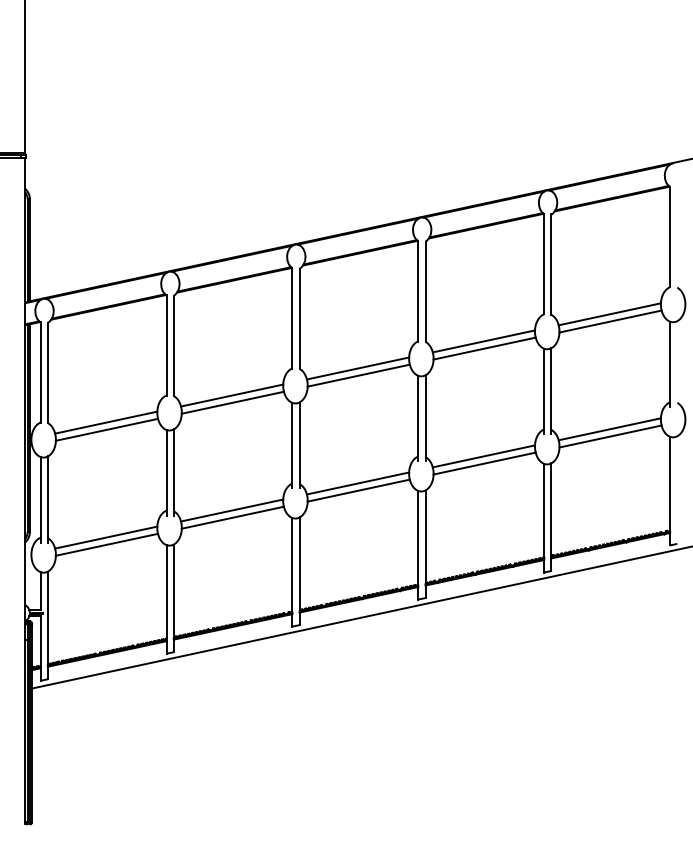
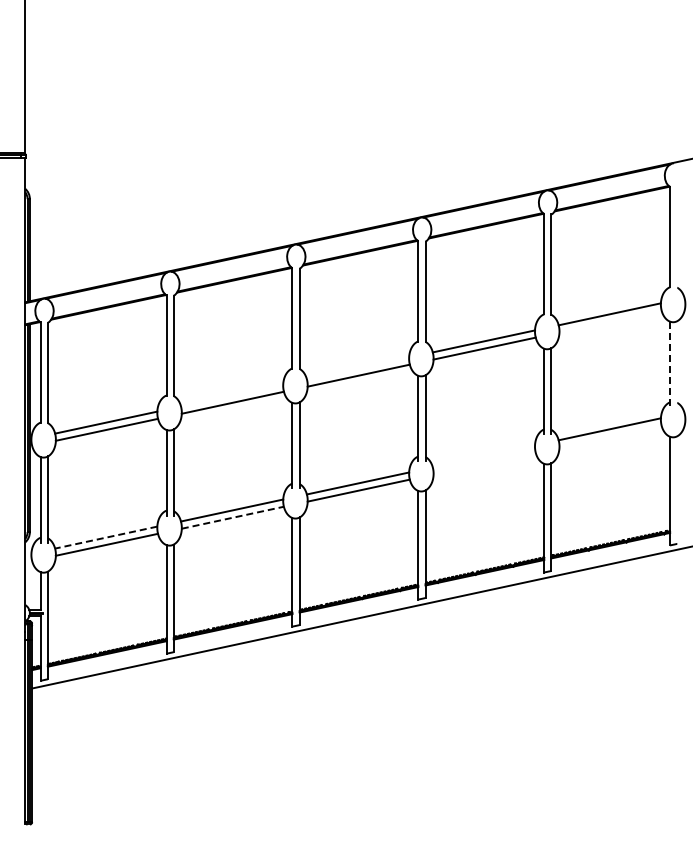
line at (610, 321): present -> none
line at (670, 364): solid -> dashed
line at (357, 368): present -> none
line at (232, 395): present -> none
line at (610, 436): present -> none
line at (483, 456): present -> none
line at (484, 463): present -> none
line at (233, 517): solid -> dashed
line at (105, 537): solid -> dashed
